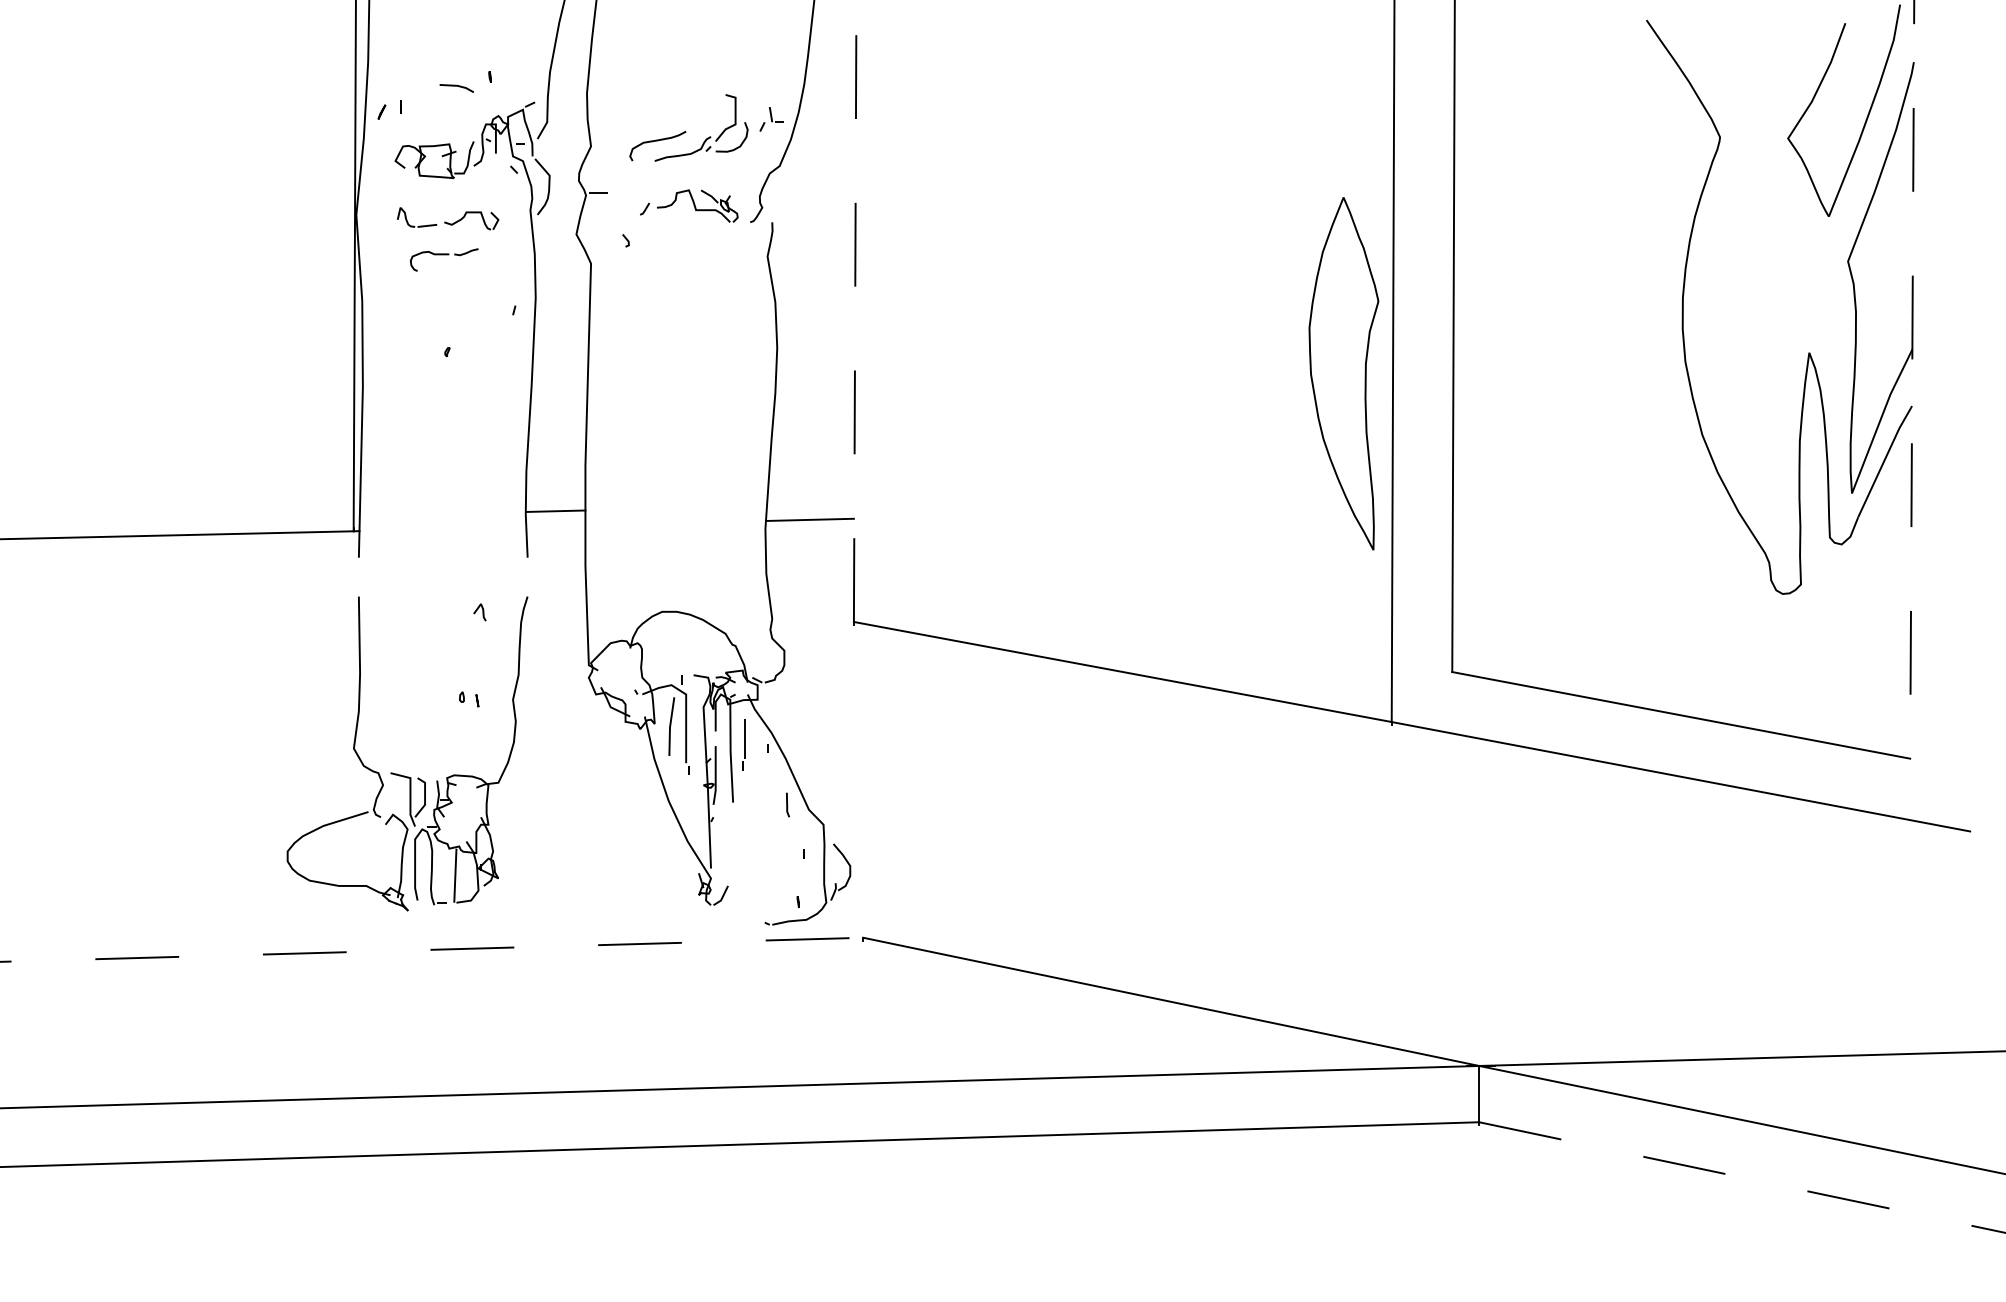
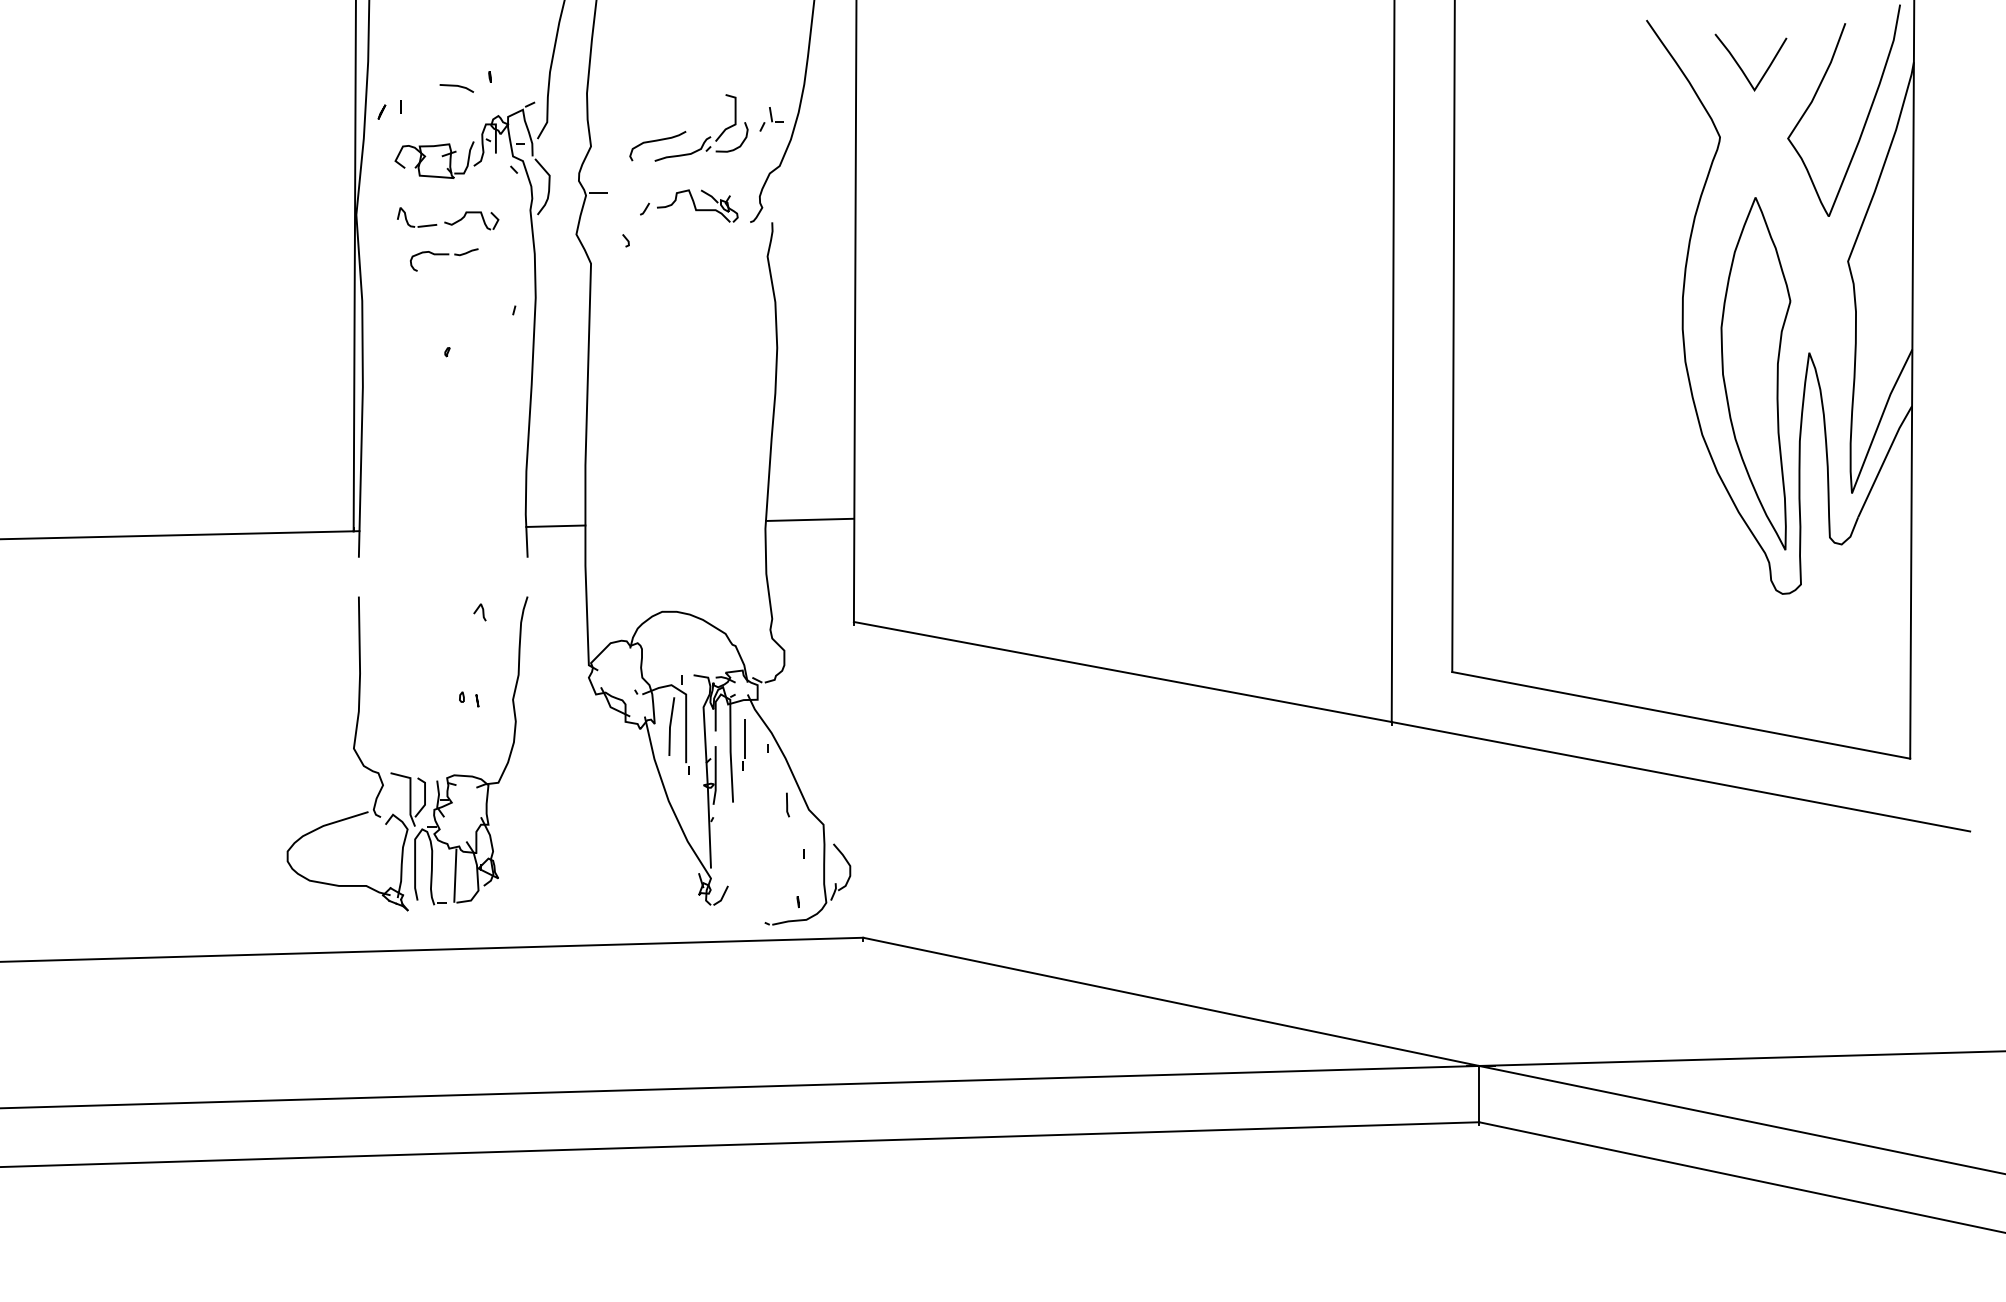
curve at (1741, 67): none -> present
line at (855, 311): dashed -> solid
part at (1343, 373) position: (1343, 373) -> (1755, 373)
line at (1912, 379): dashed -> solid
line at (555, 510) position: (555, 510) -> (555, 525)
line at (432, 949): dashed -> solid
line at (1742, 1177): dashed -> solid
